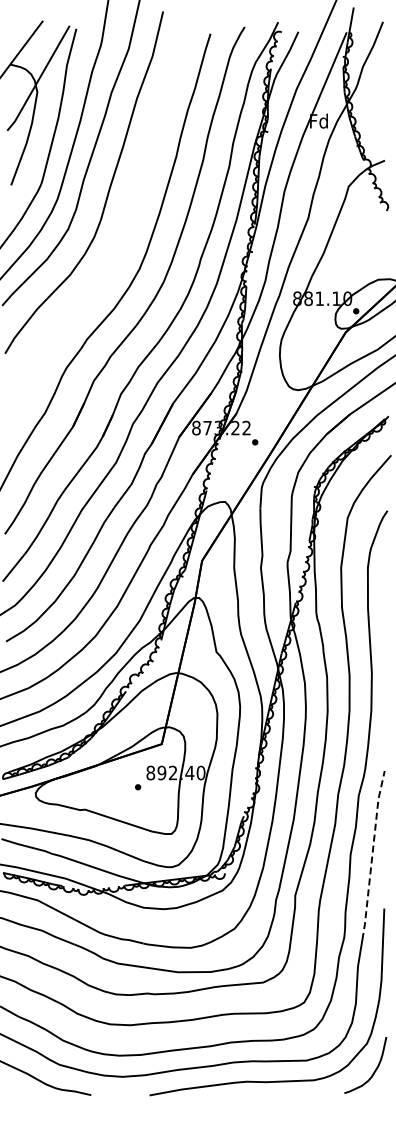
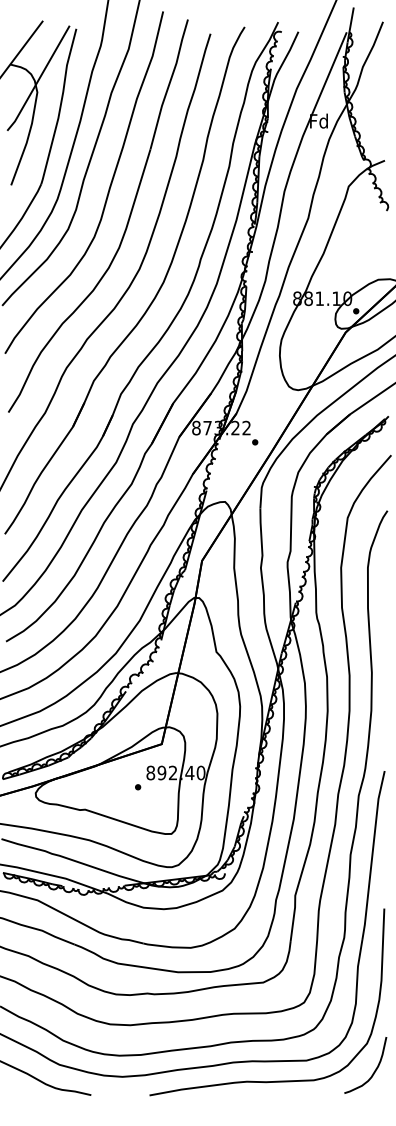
part at (126, 223): none -> present
line at (372, 855): dashed -> solid
